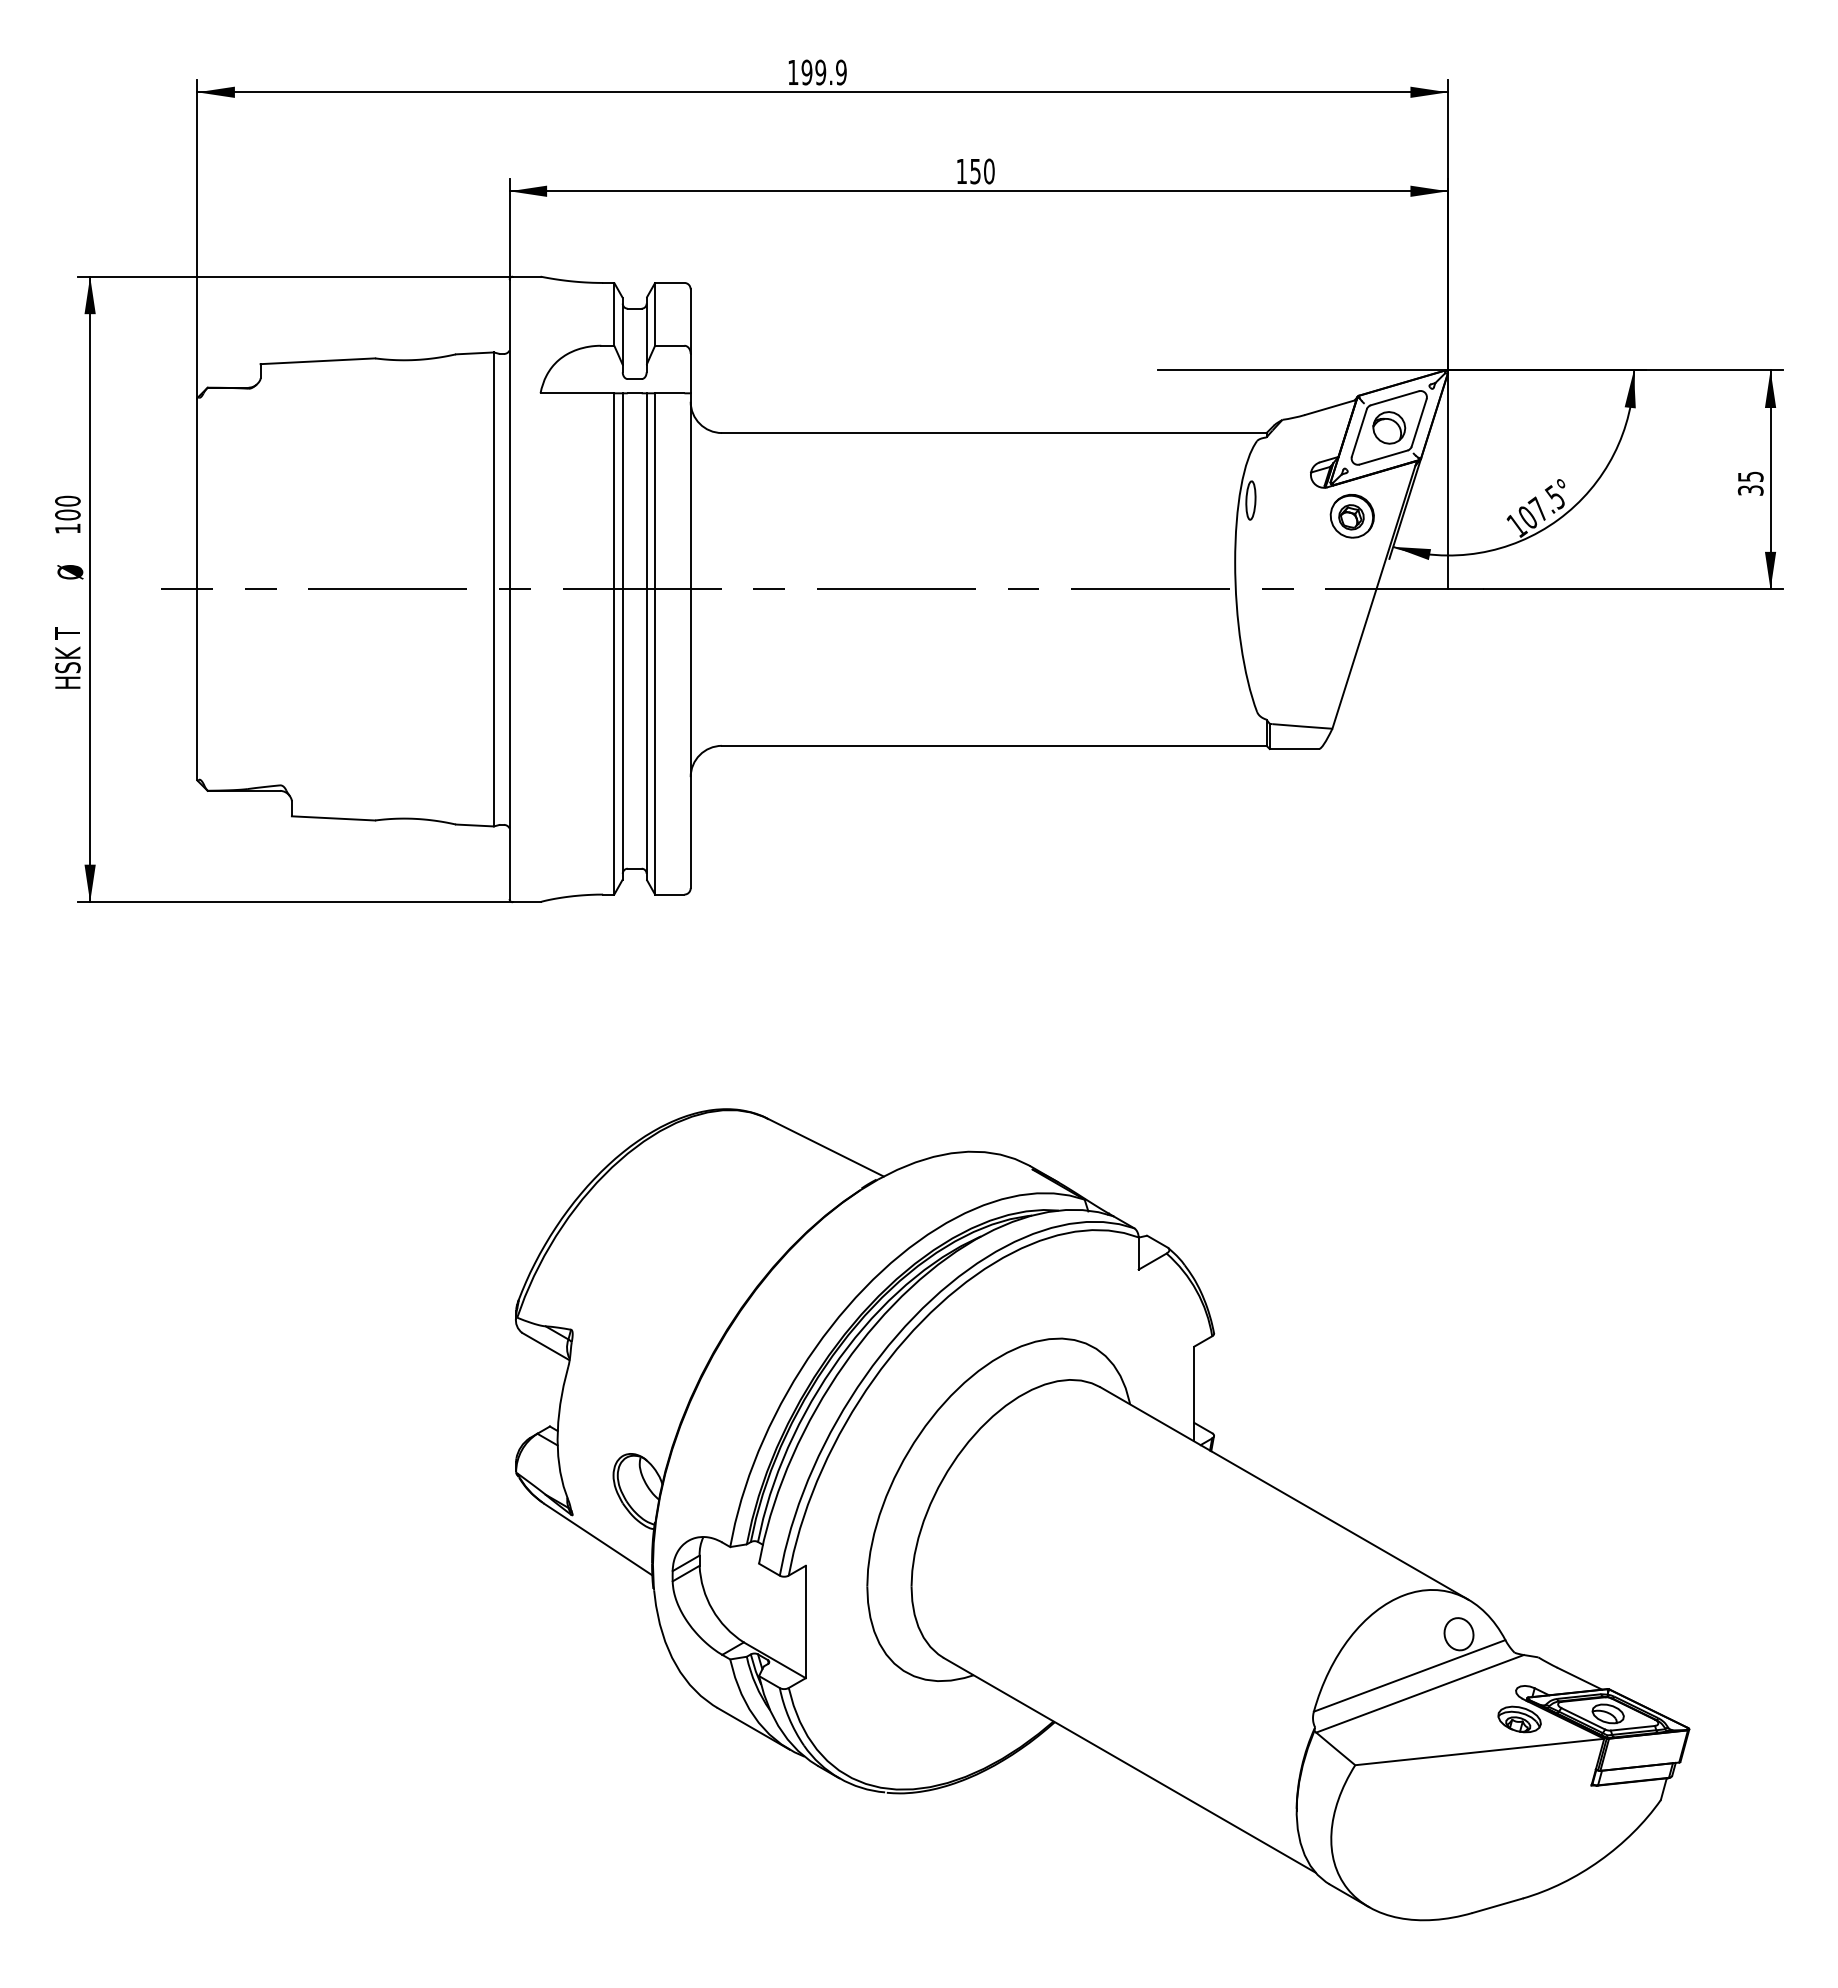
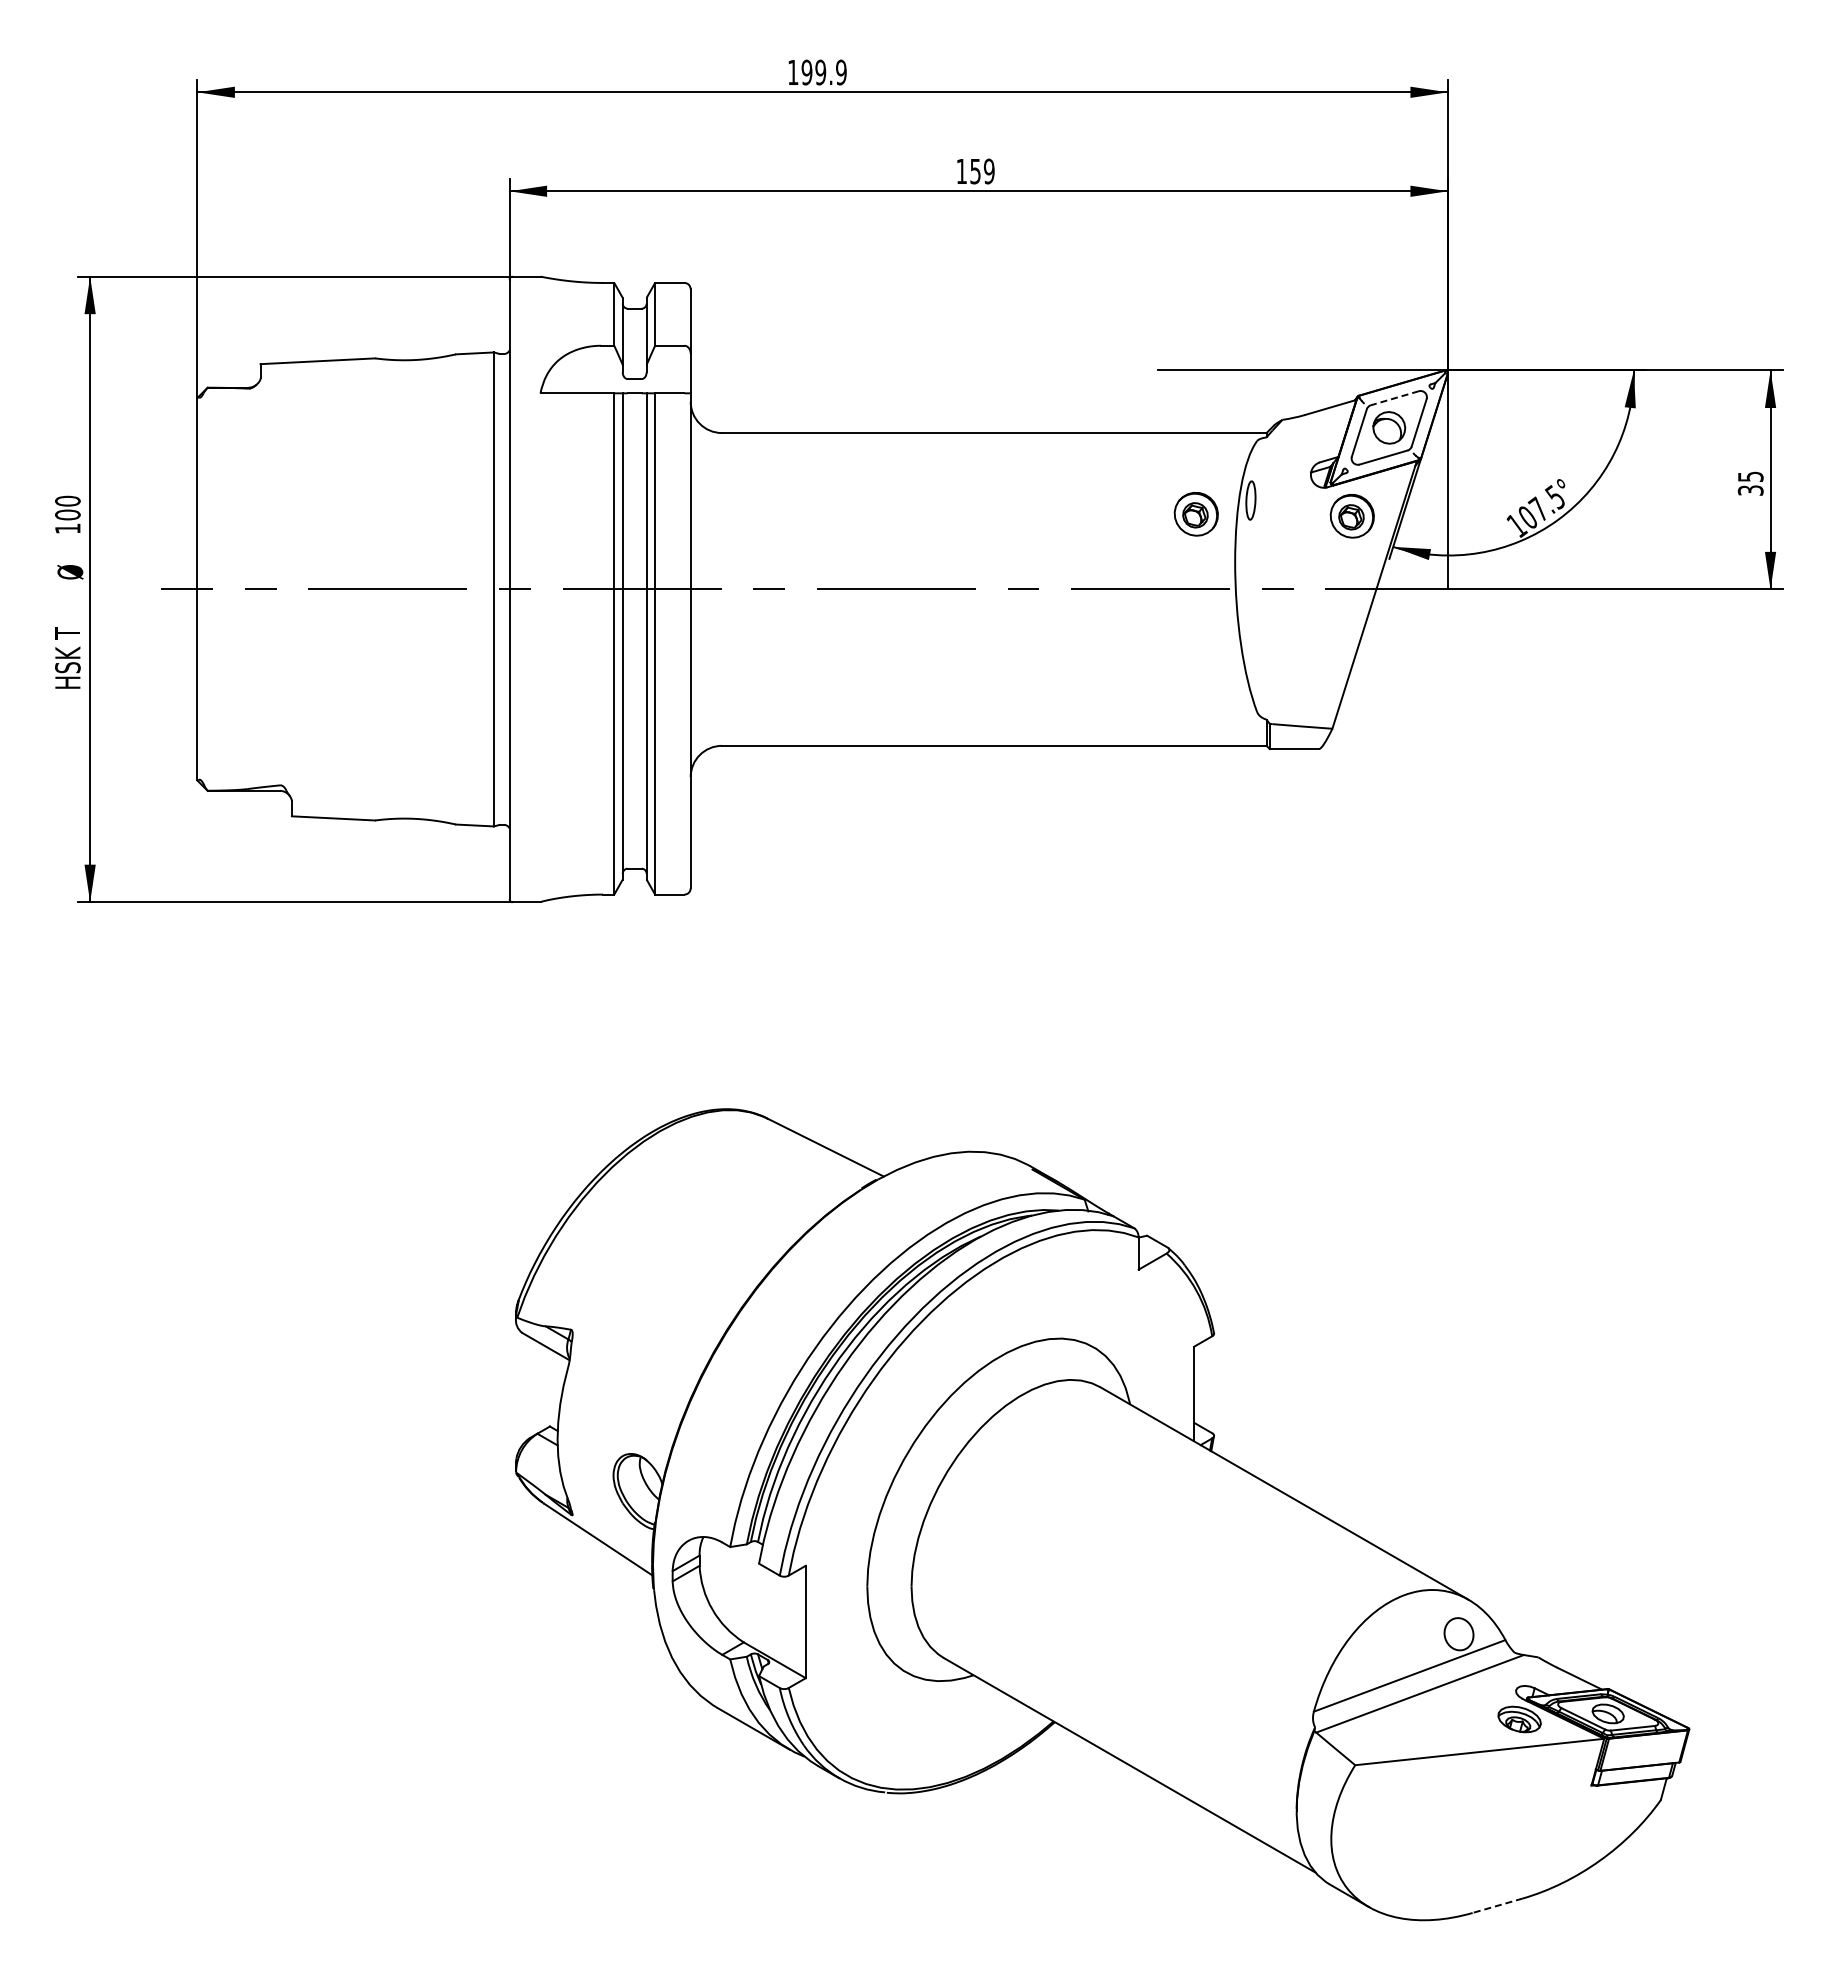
text at (988, 171): 150 -> 159
line at (1394, 398): solid -> dashed
part at (1195, 514): none -> present
line at (1497, 1905): solid -> dashed
